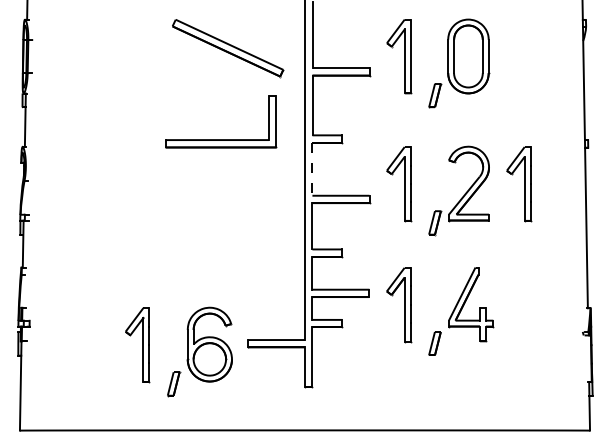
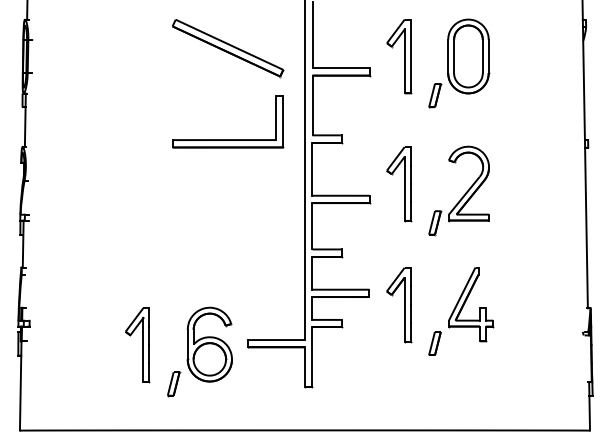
part at (221, 139) position: (221, 139) -> (228, 139)
line at (312, 169): dashed -> solid
part at (519, 184): present -> none
